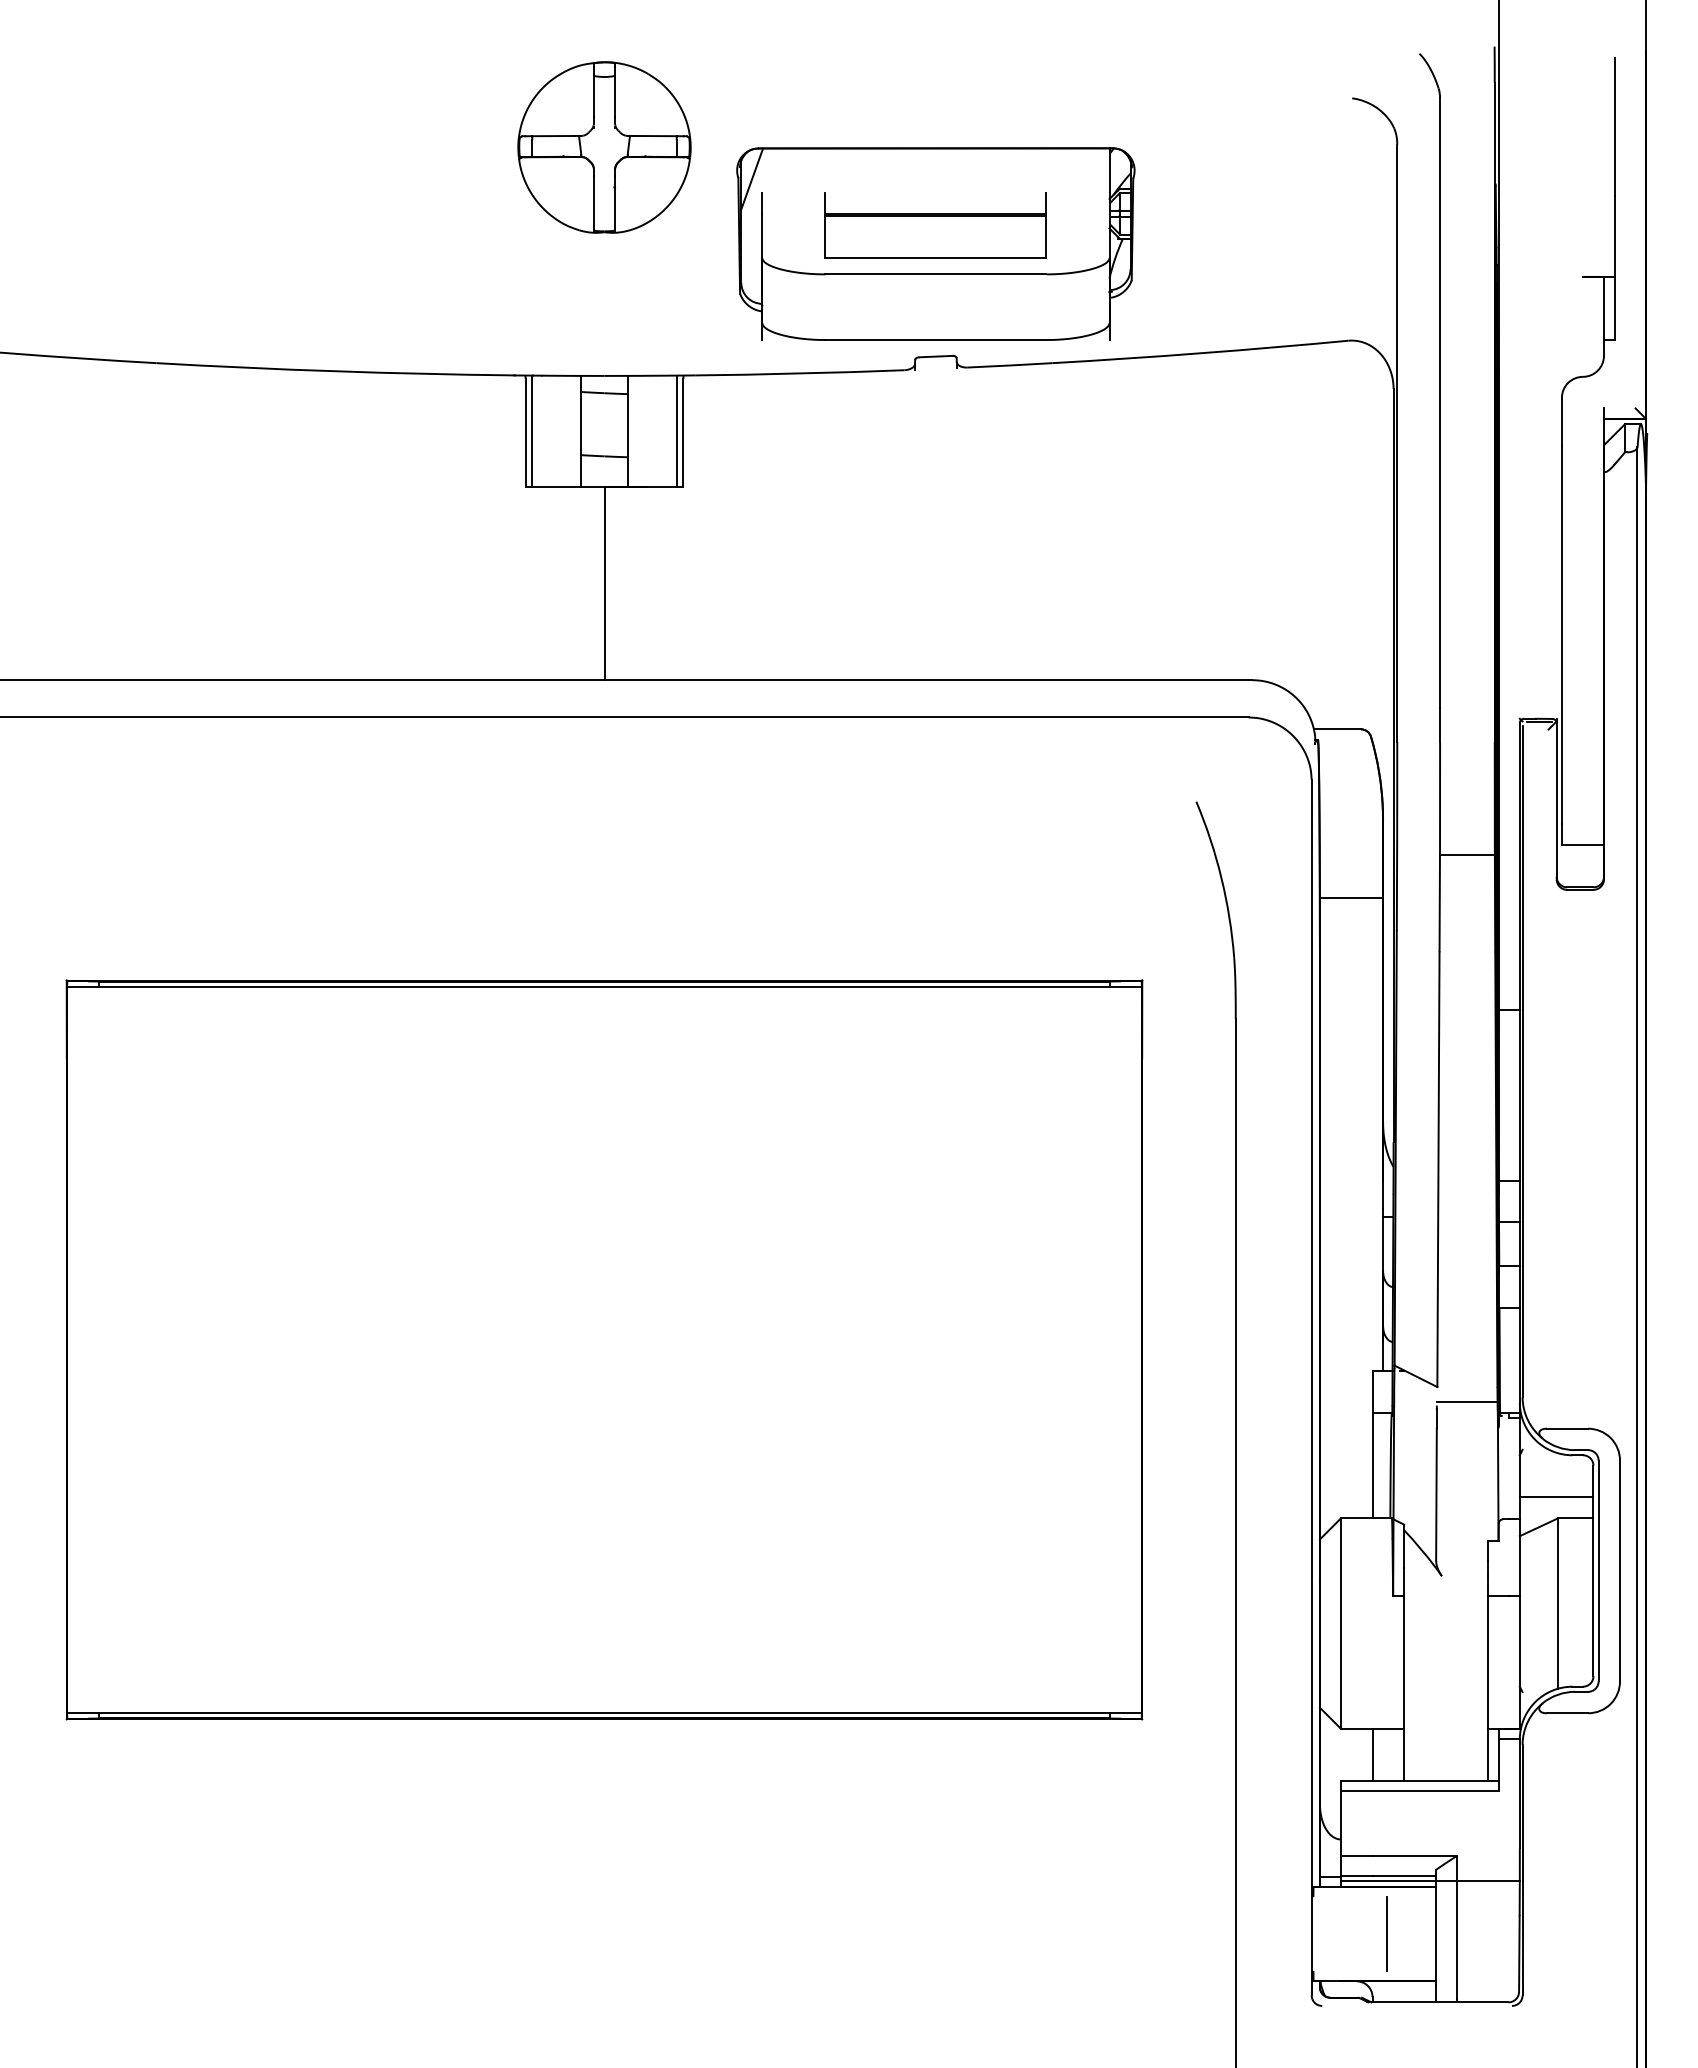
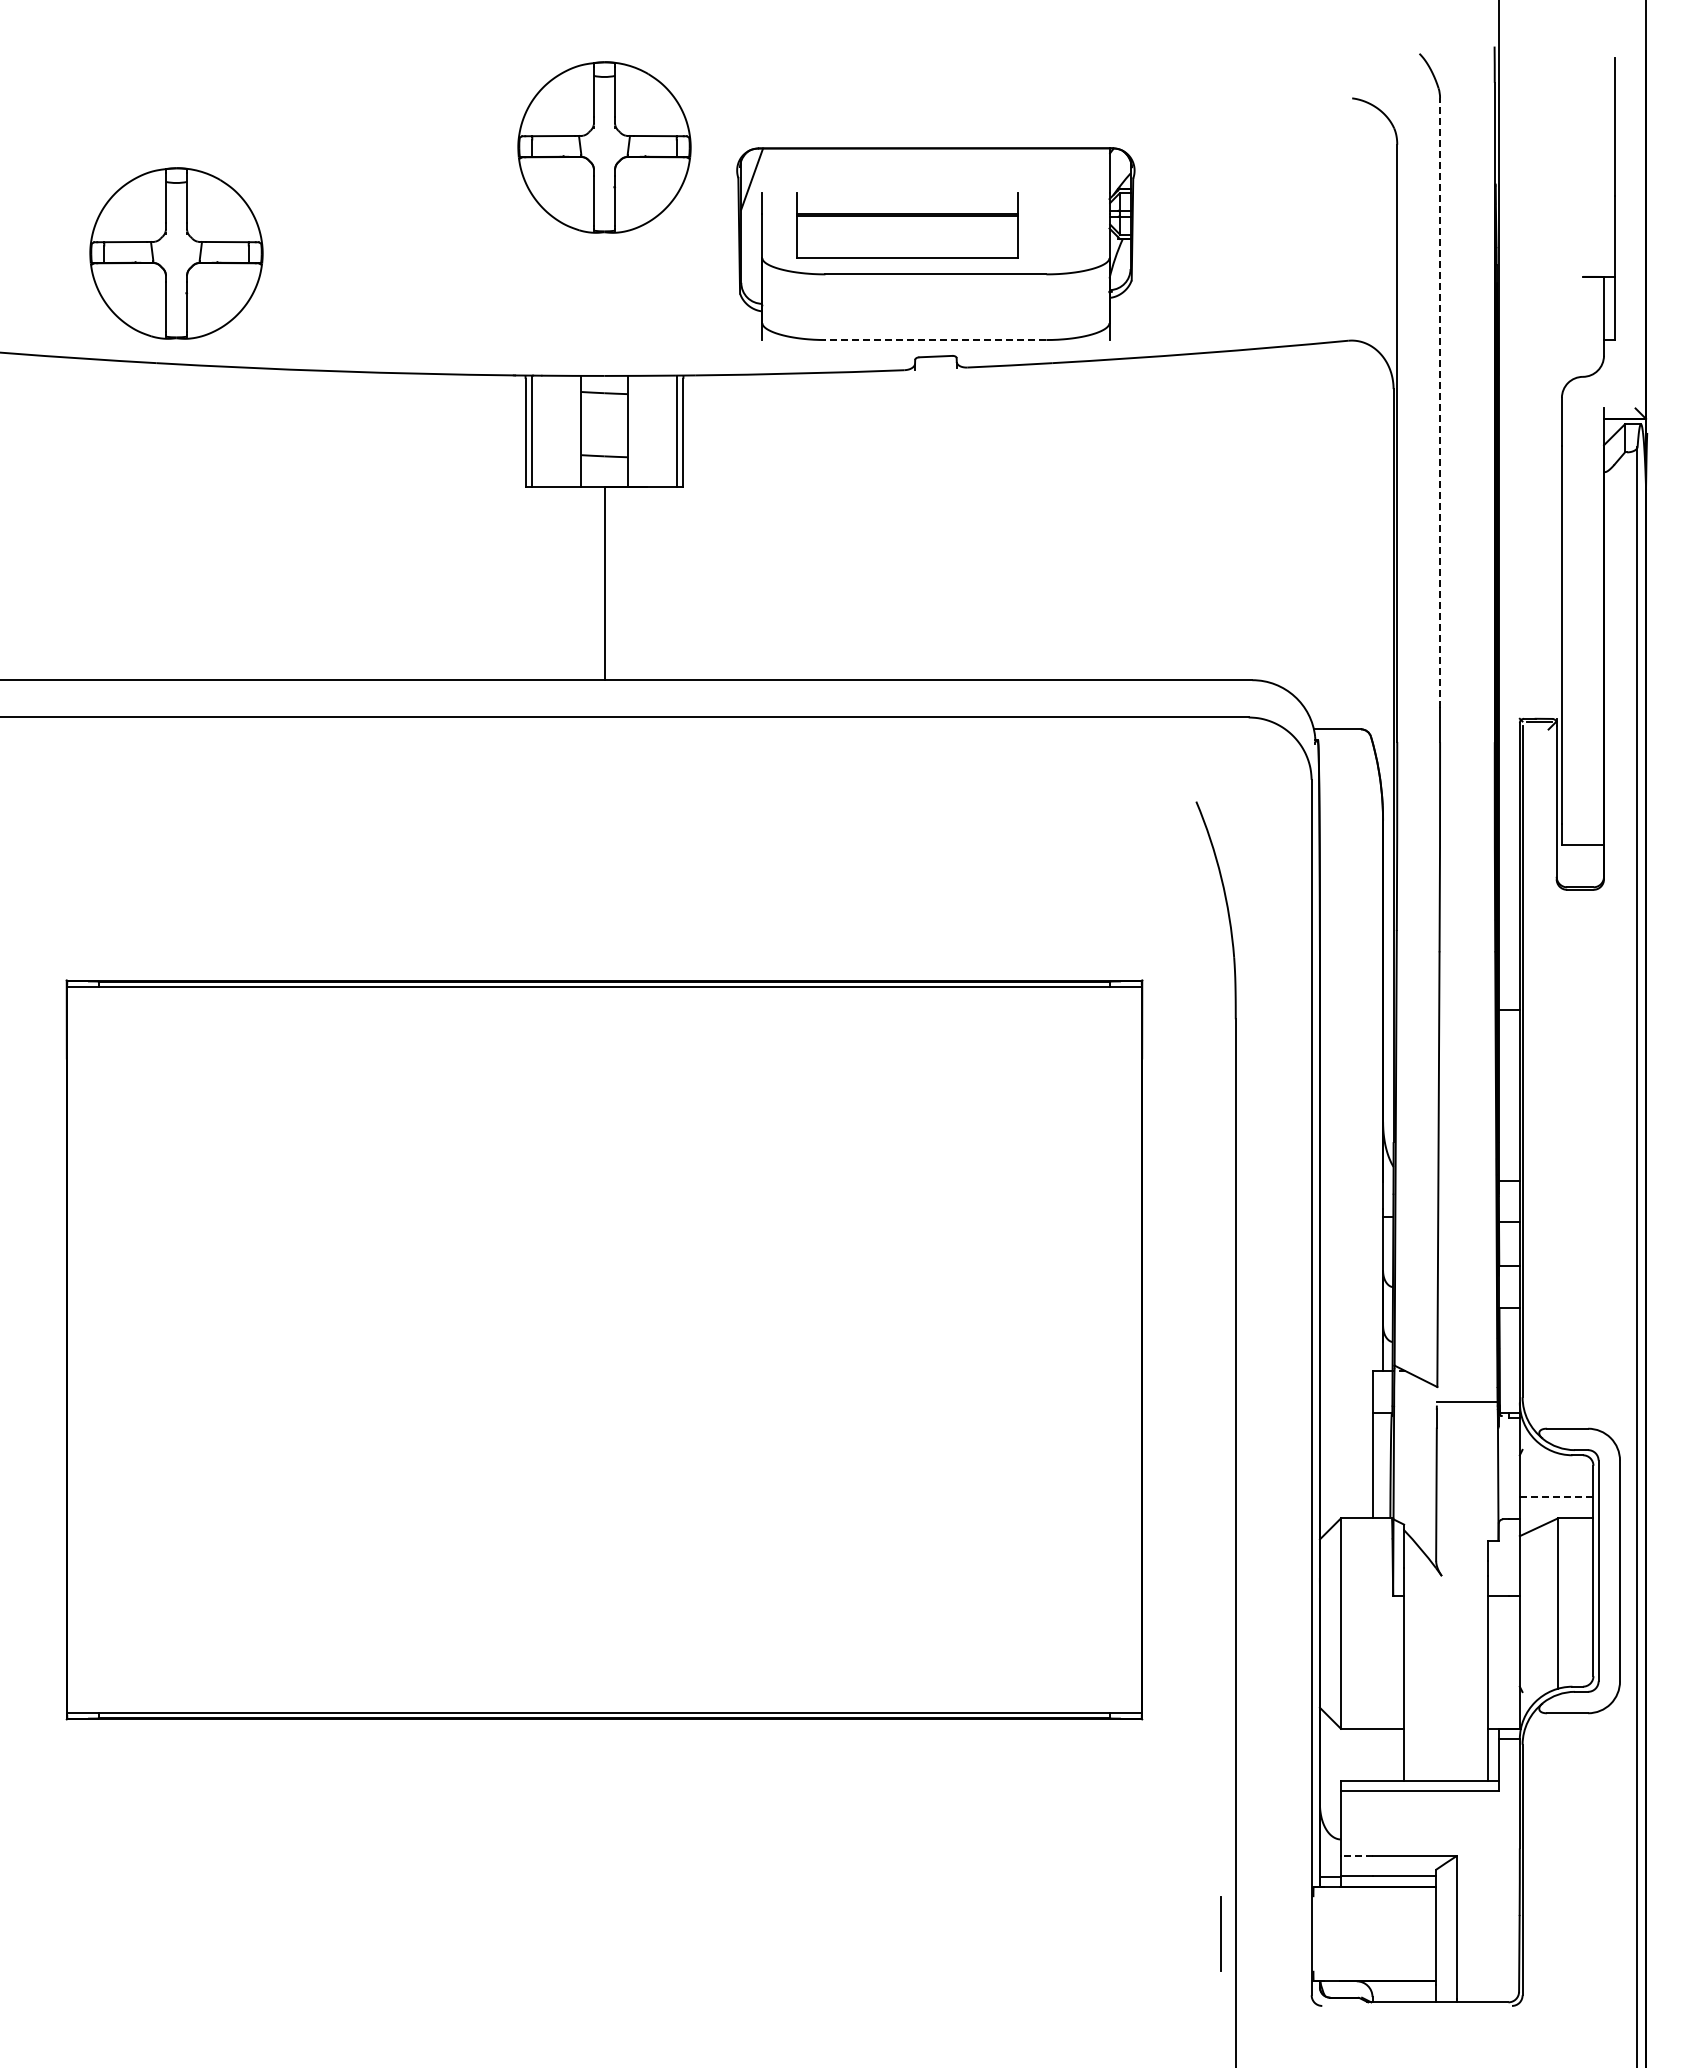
part at (935, 225) position: (935, 225) -> (907, 225)
part at (176, 253): none -> present
line at (935, 340): solid -> dashed
line at (1440, 402): solid -> dashed
line at (1467, 854): present -> none
line at (1351, 897): present -> none
line at (1556, 1497): solid -> dashed
line at (1372, 1754): present -> none
line at (1356, 1856): solid -> dashed
line at (1429, 1881): present -> none
line at (1386, 1933) position: (1386, 1933) -> (1220, 1933)
